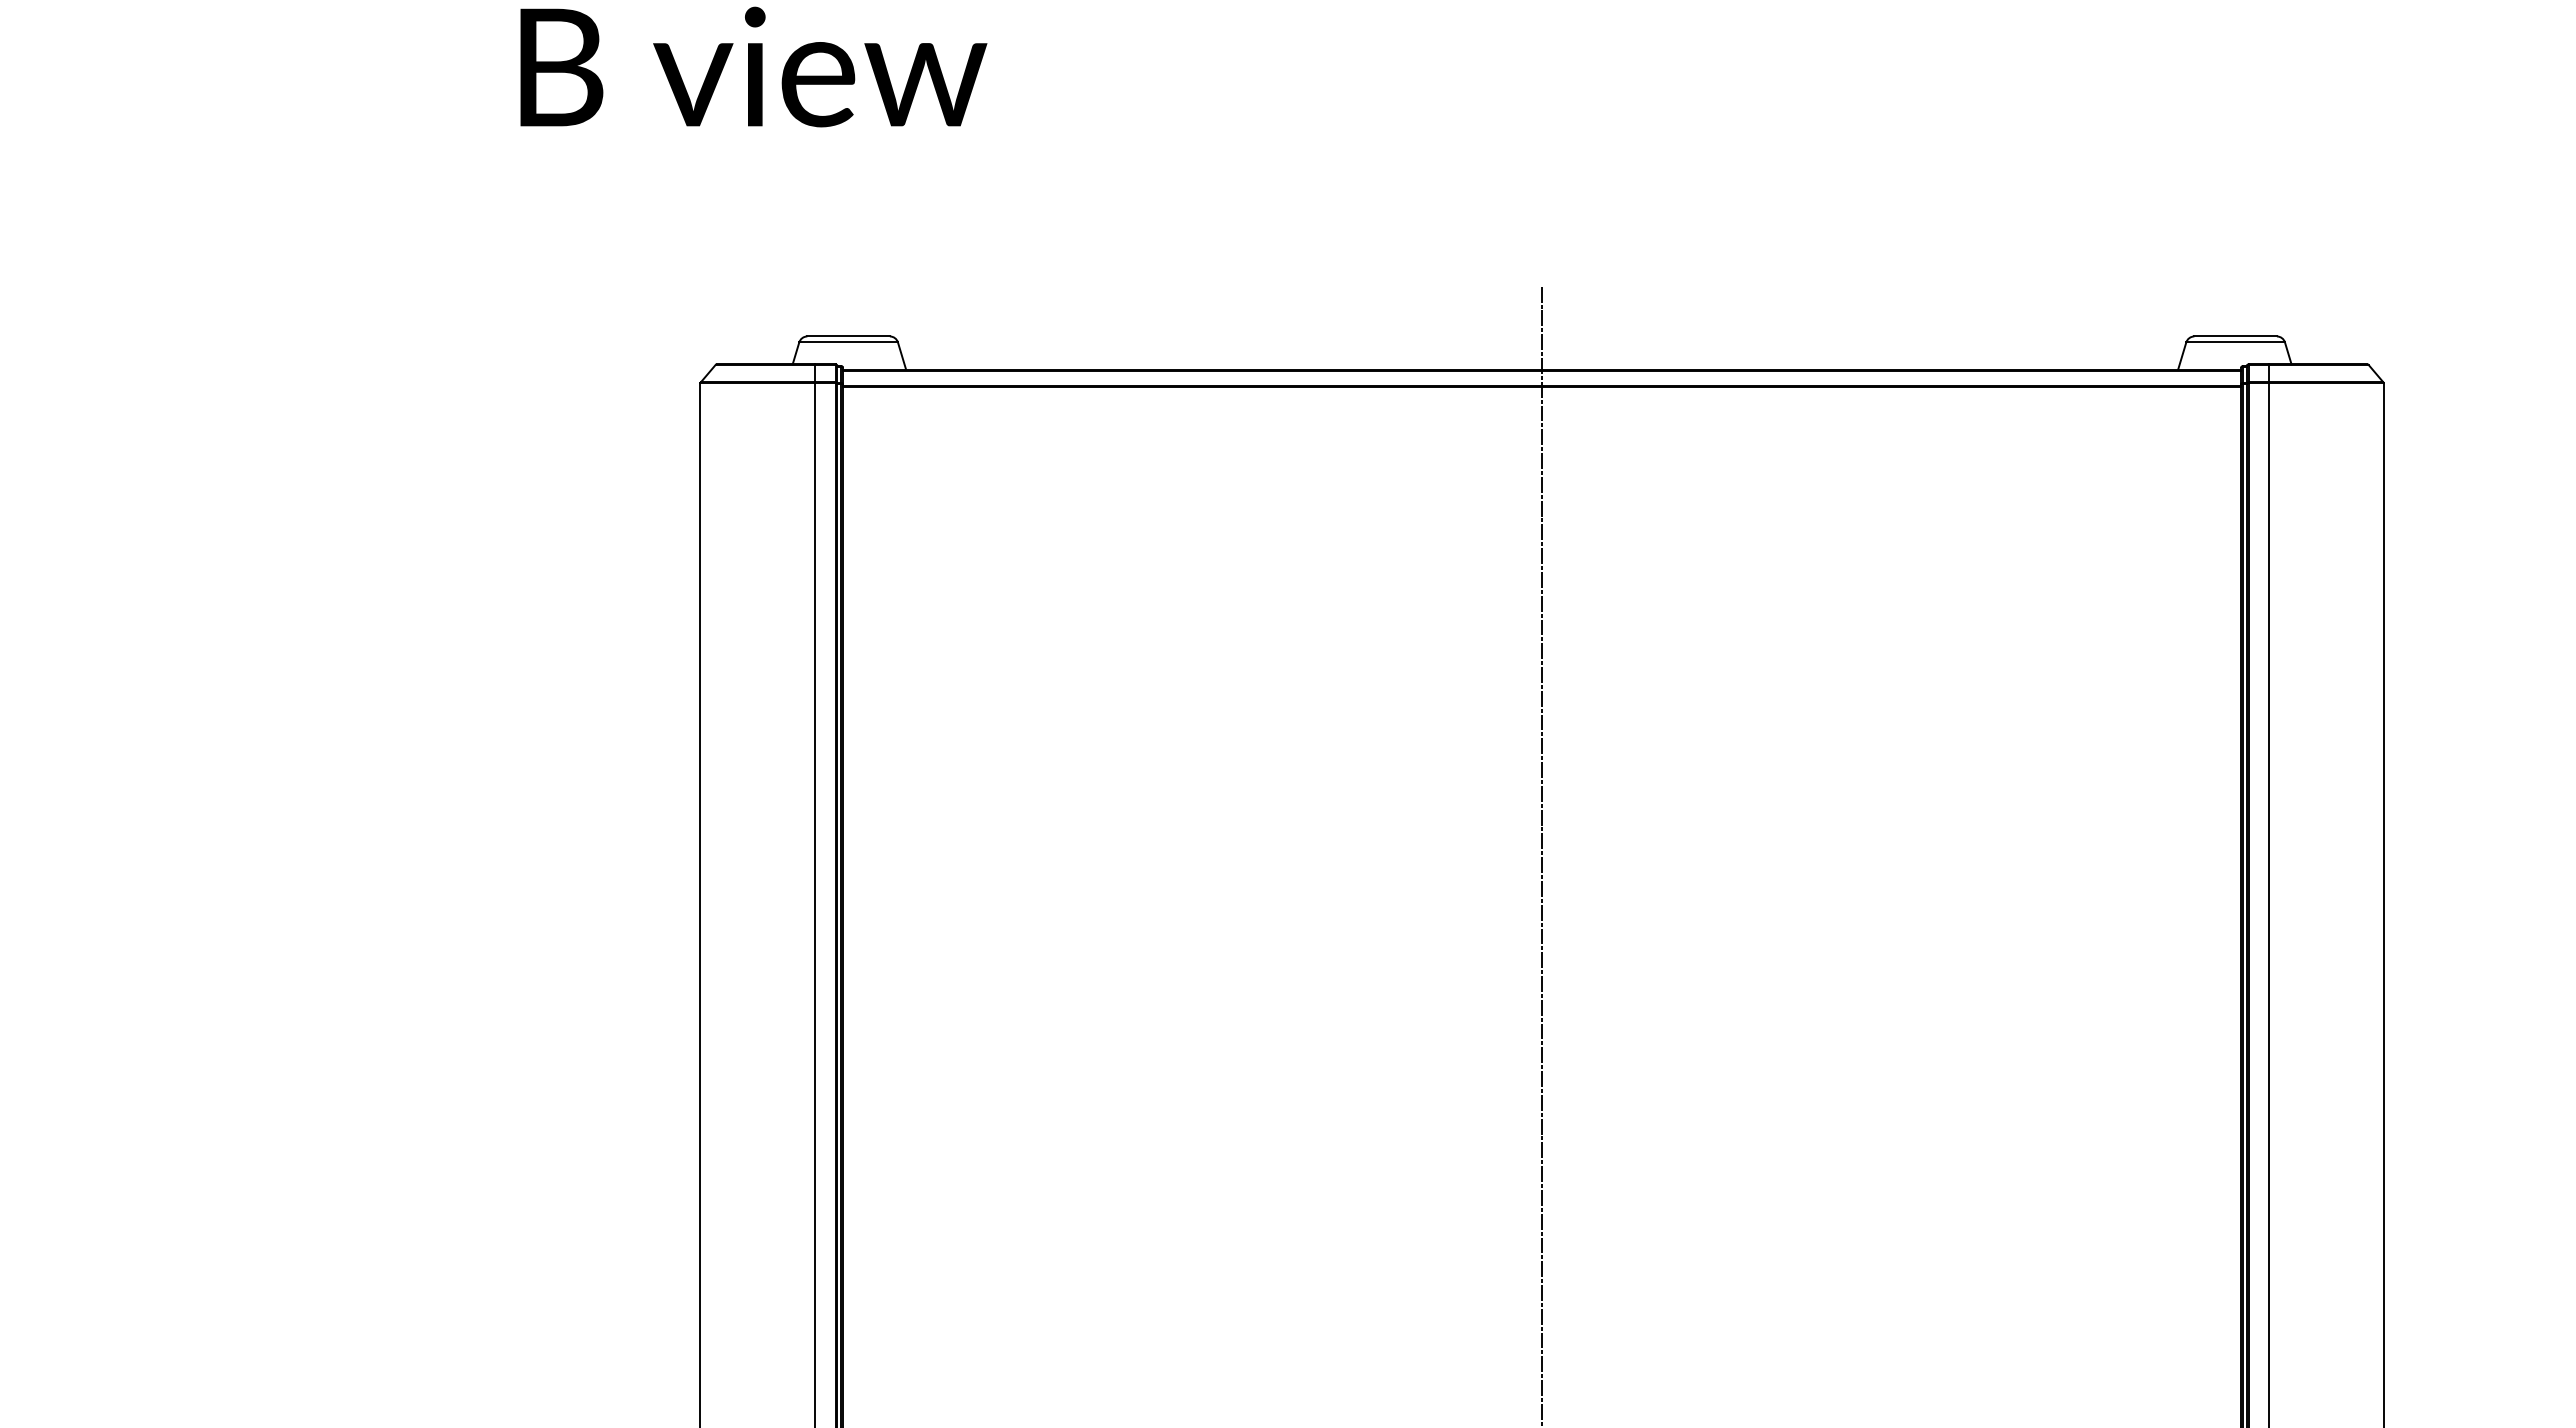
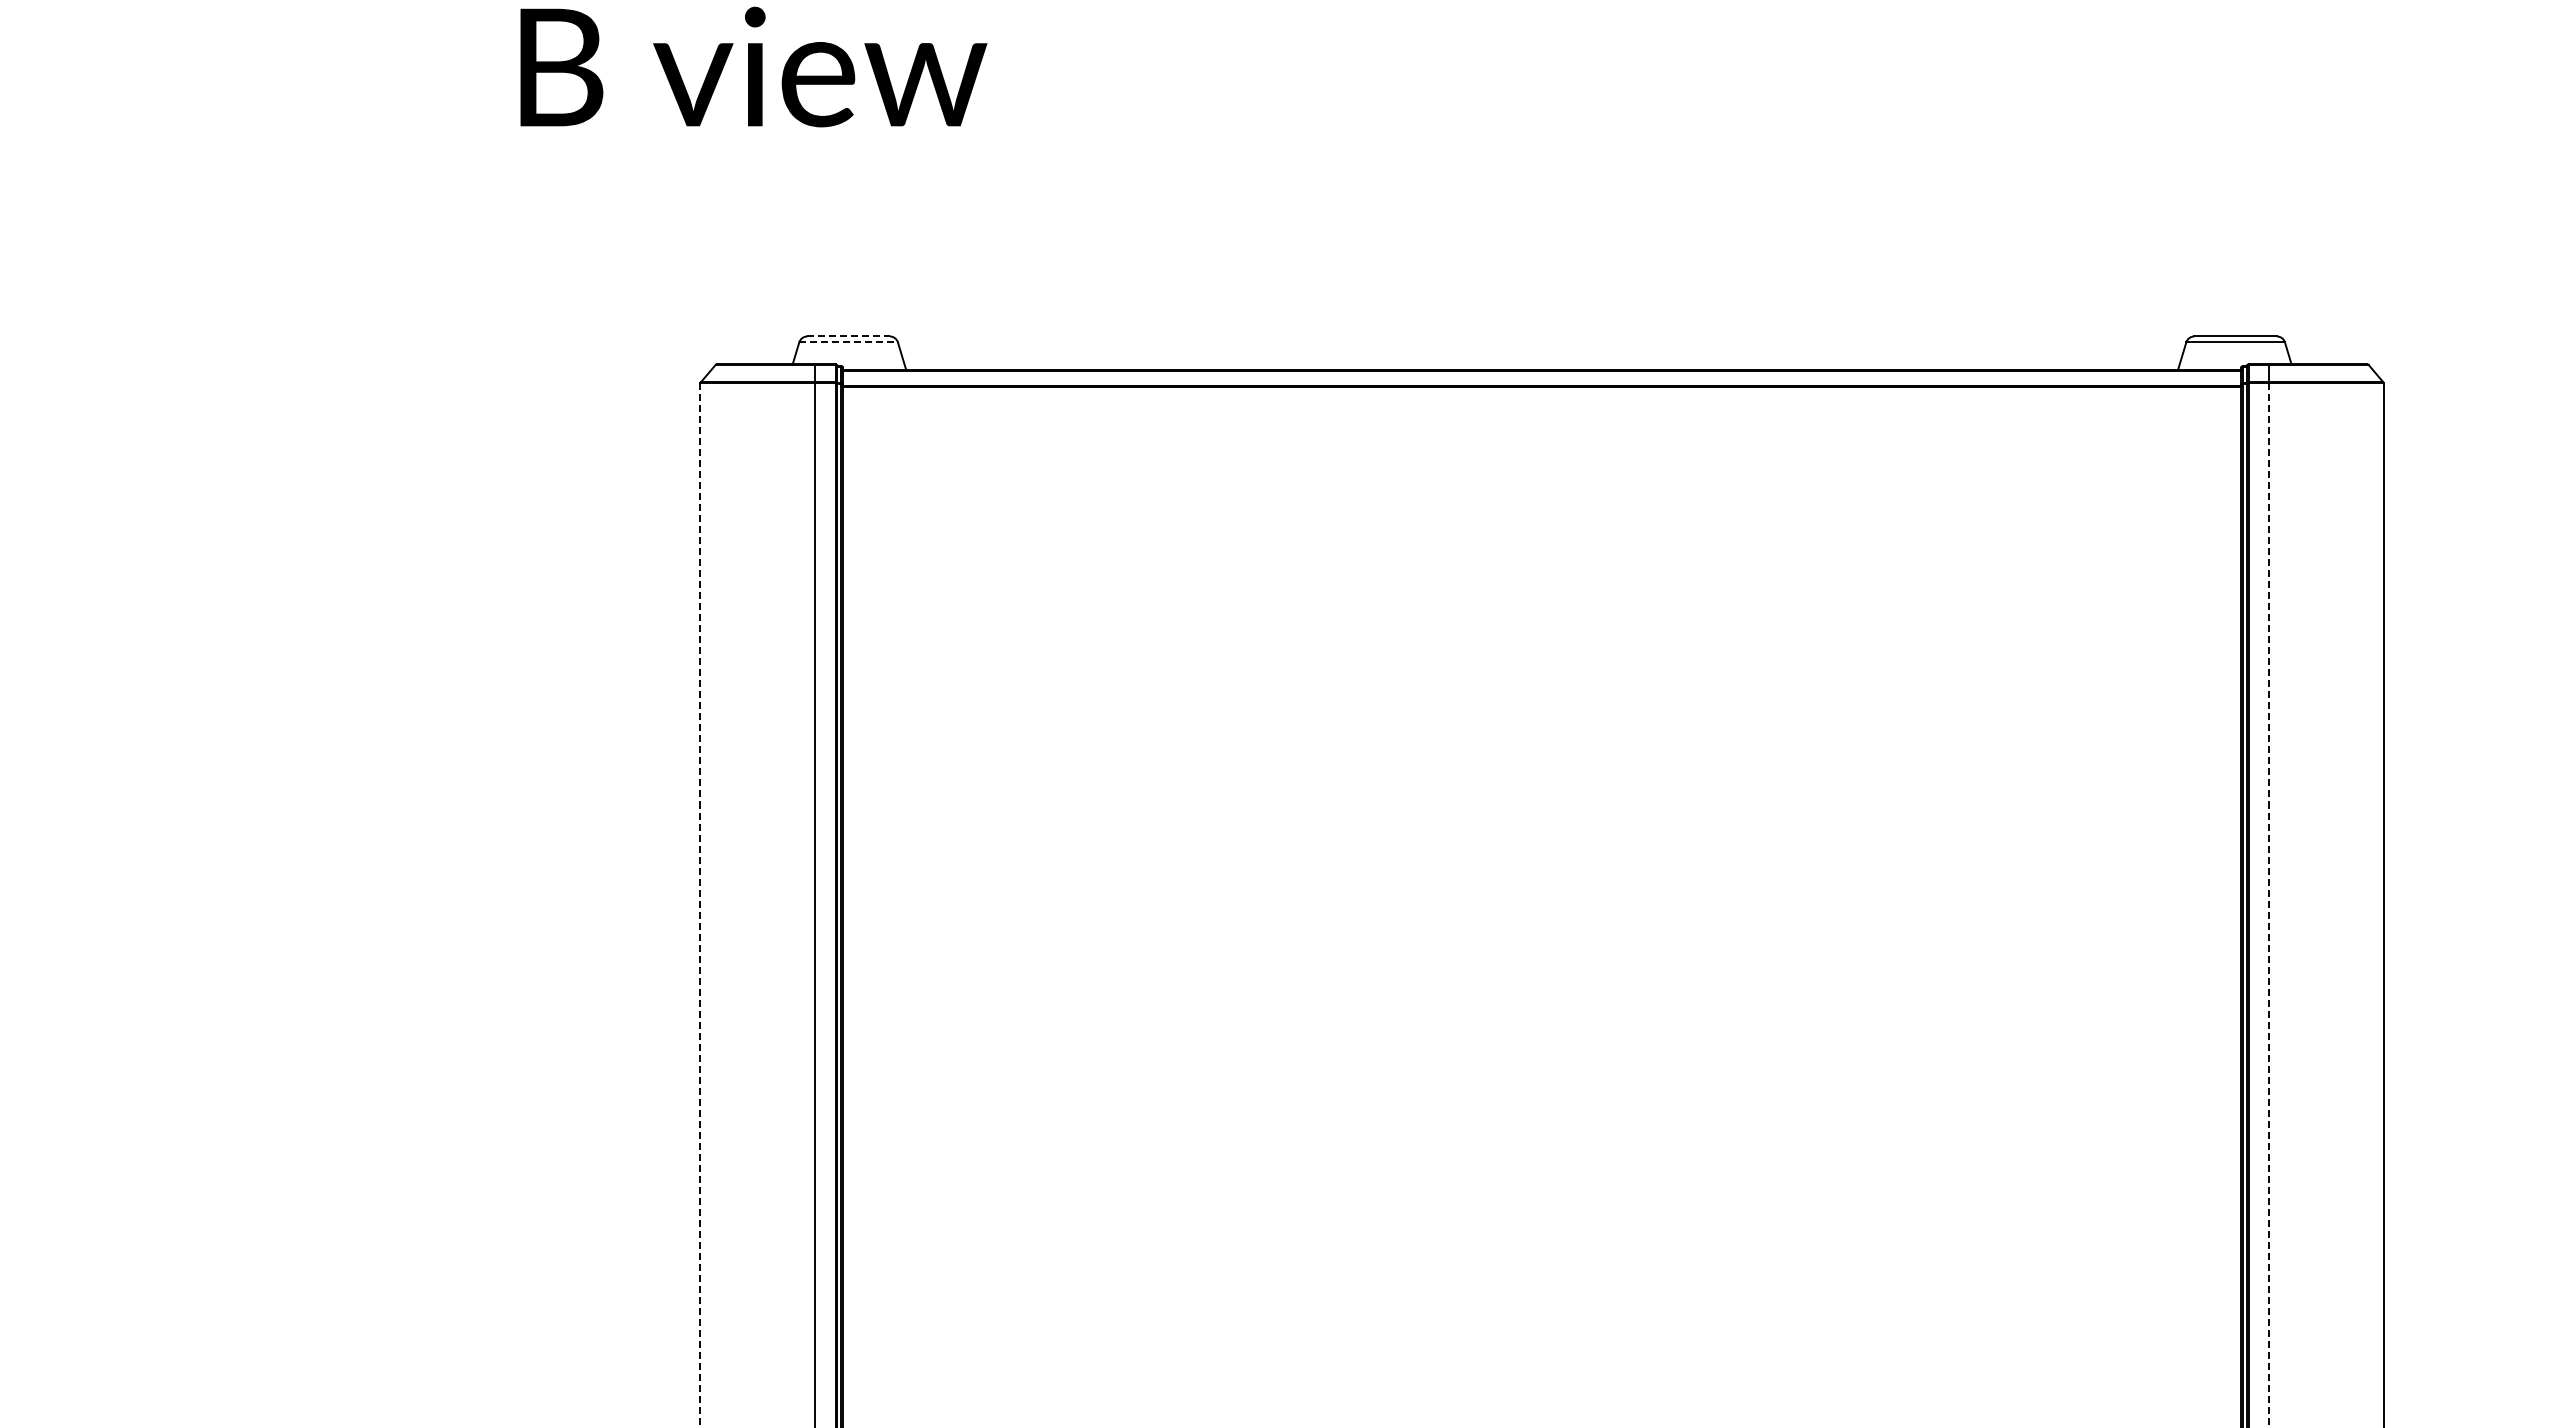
line at (849, 336): solid -> dashed
line at (849, 342): solid -> dashed
line at (1542, 855): present -> none
line at (700, 905): solid -> dashed
line at (2269, 905): solid -> dashed
